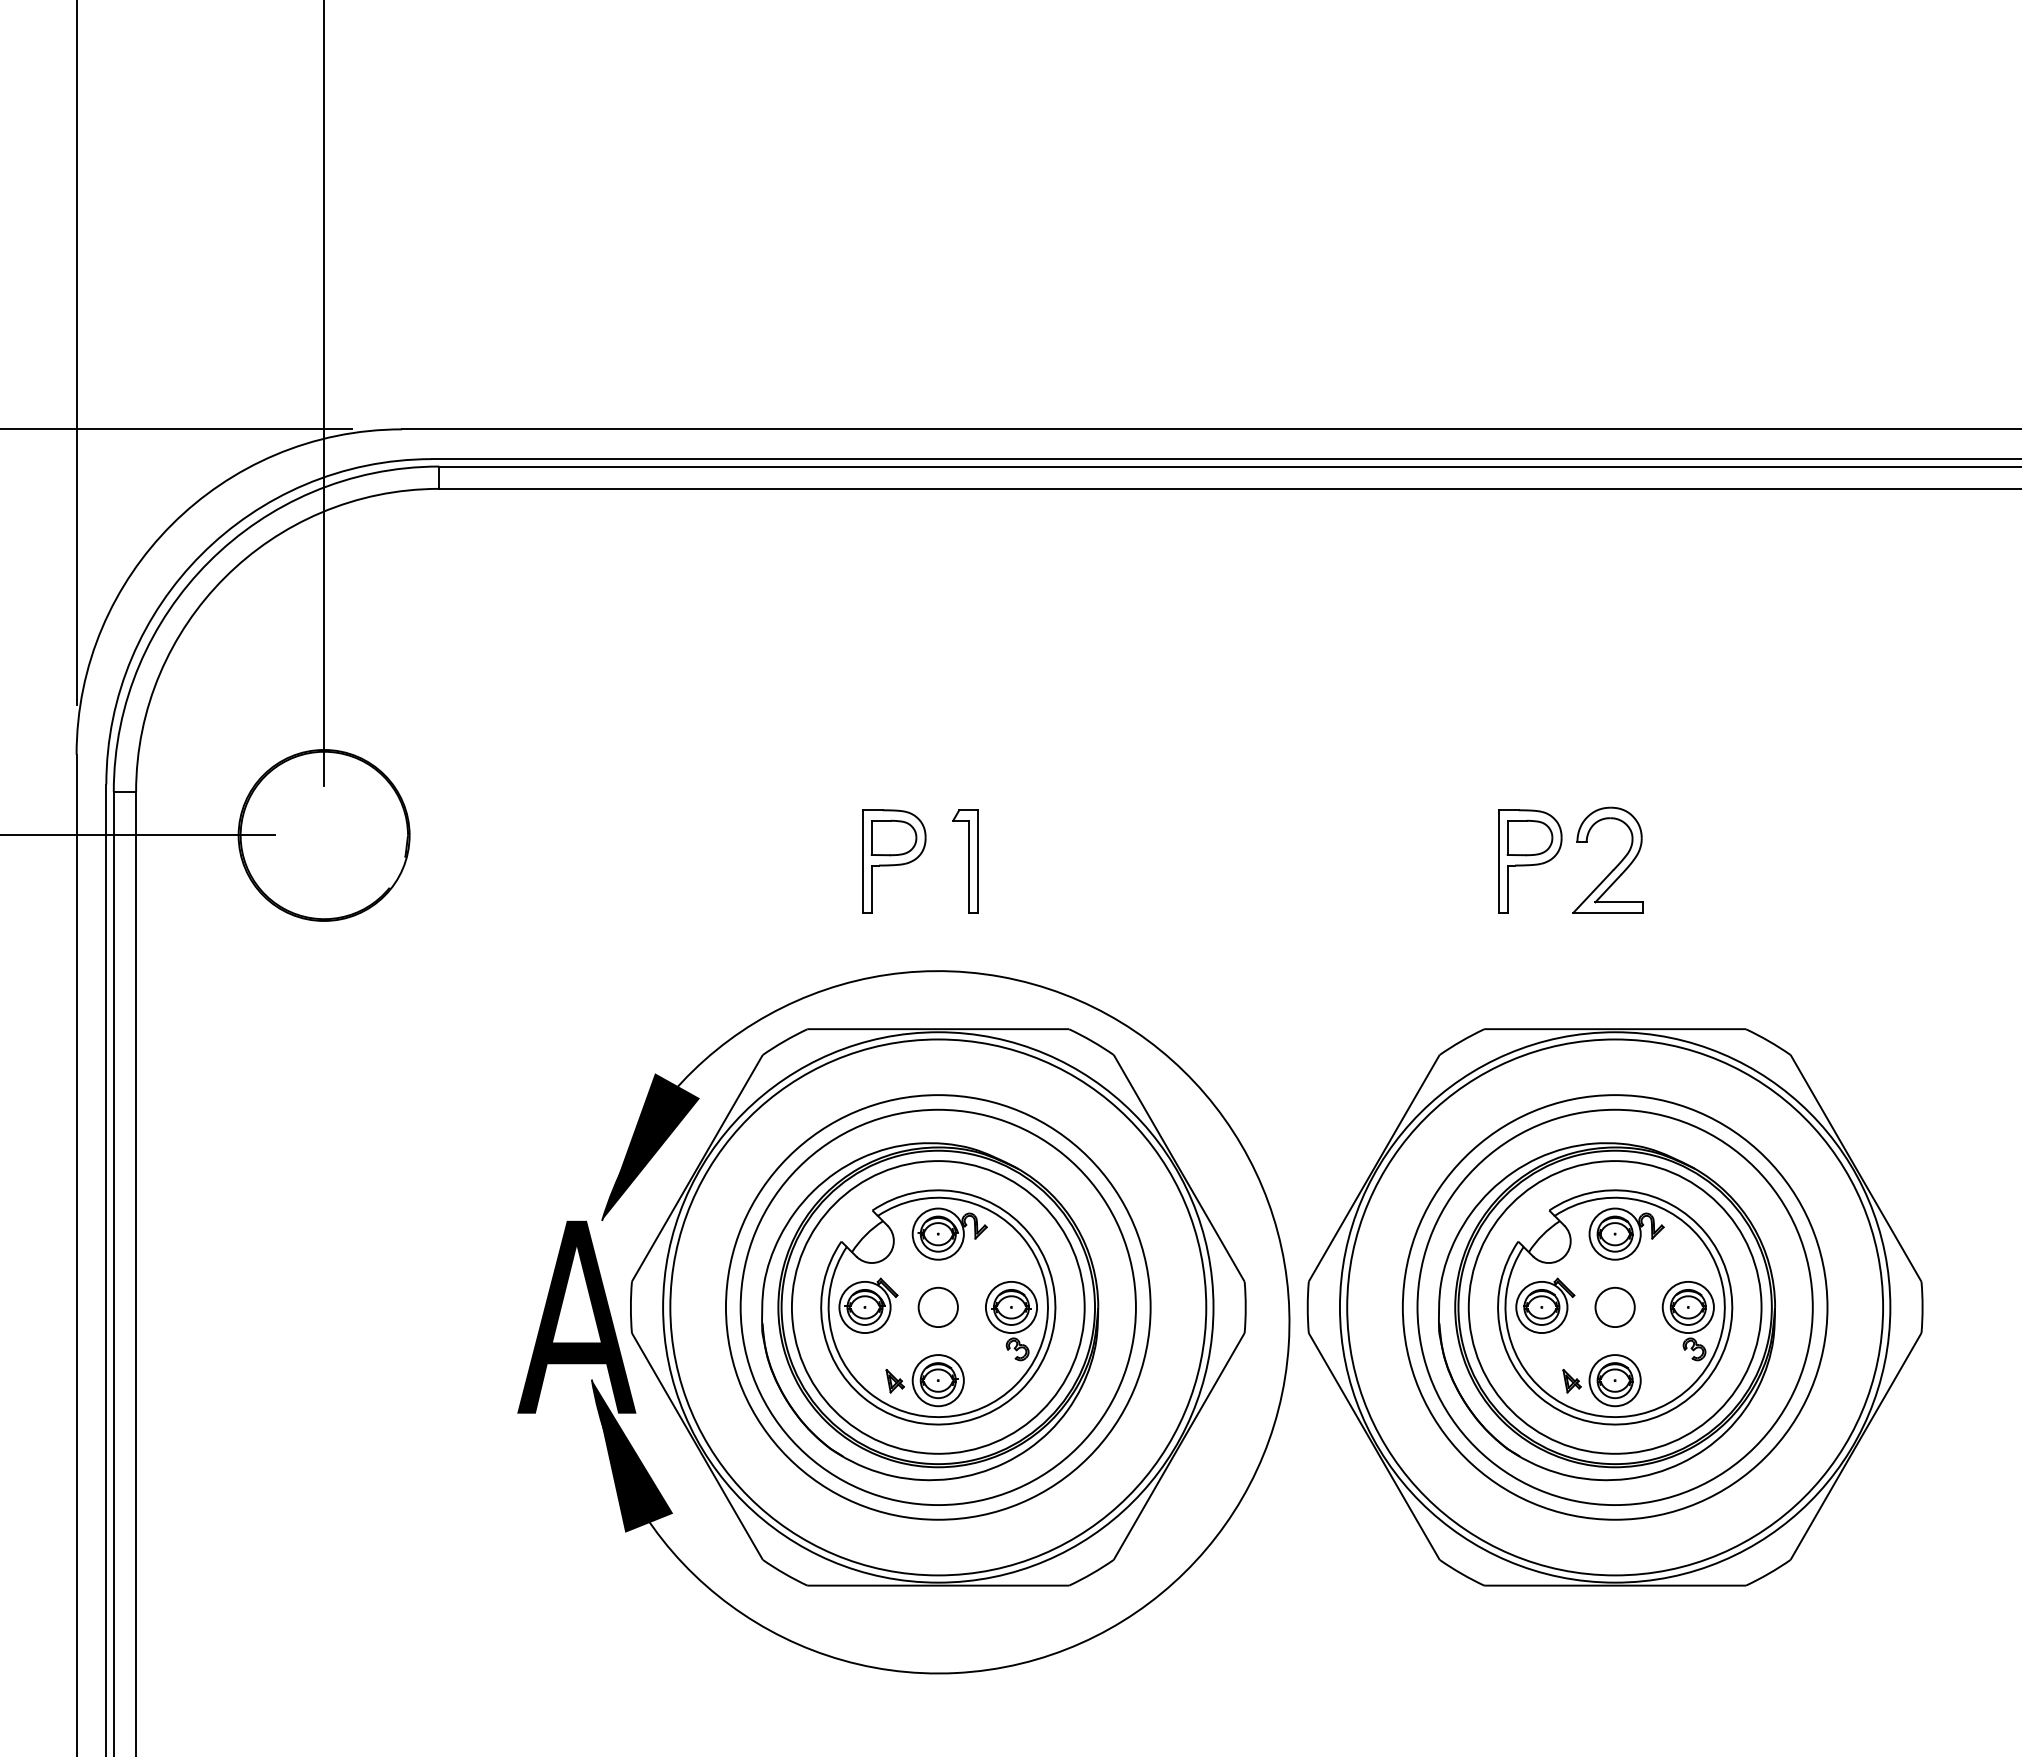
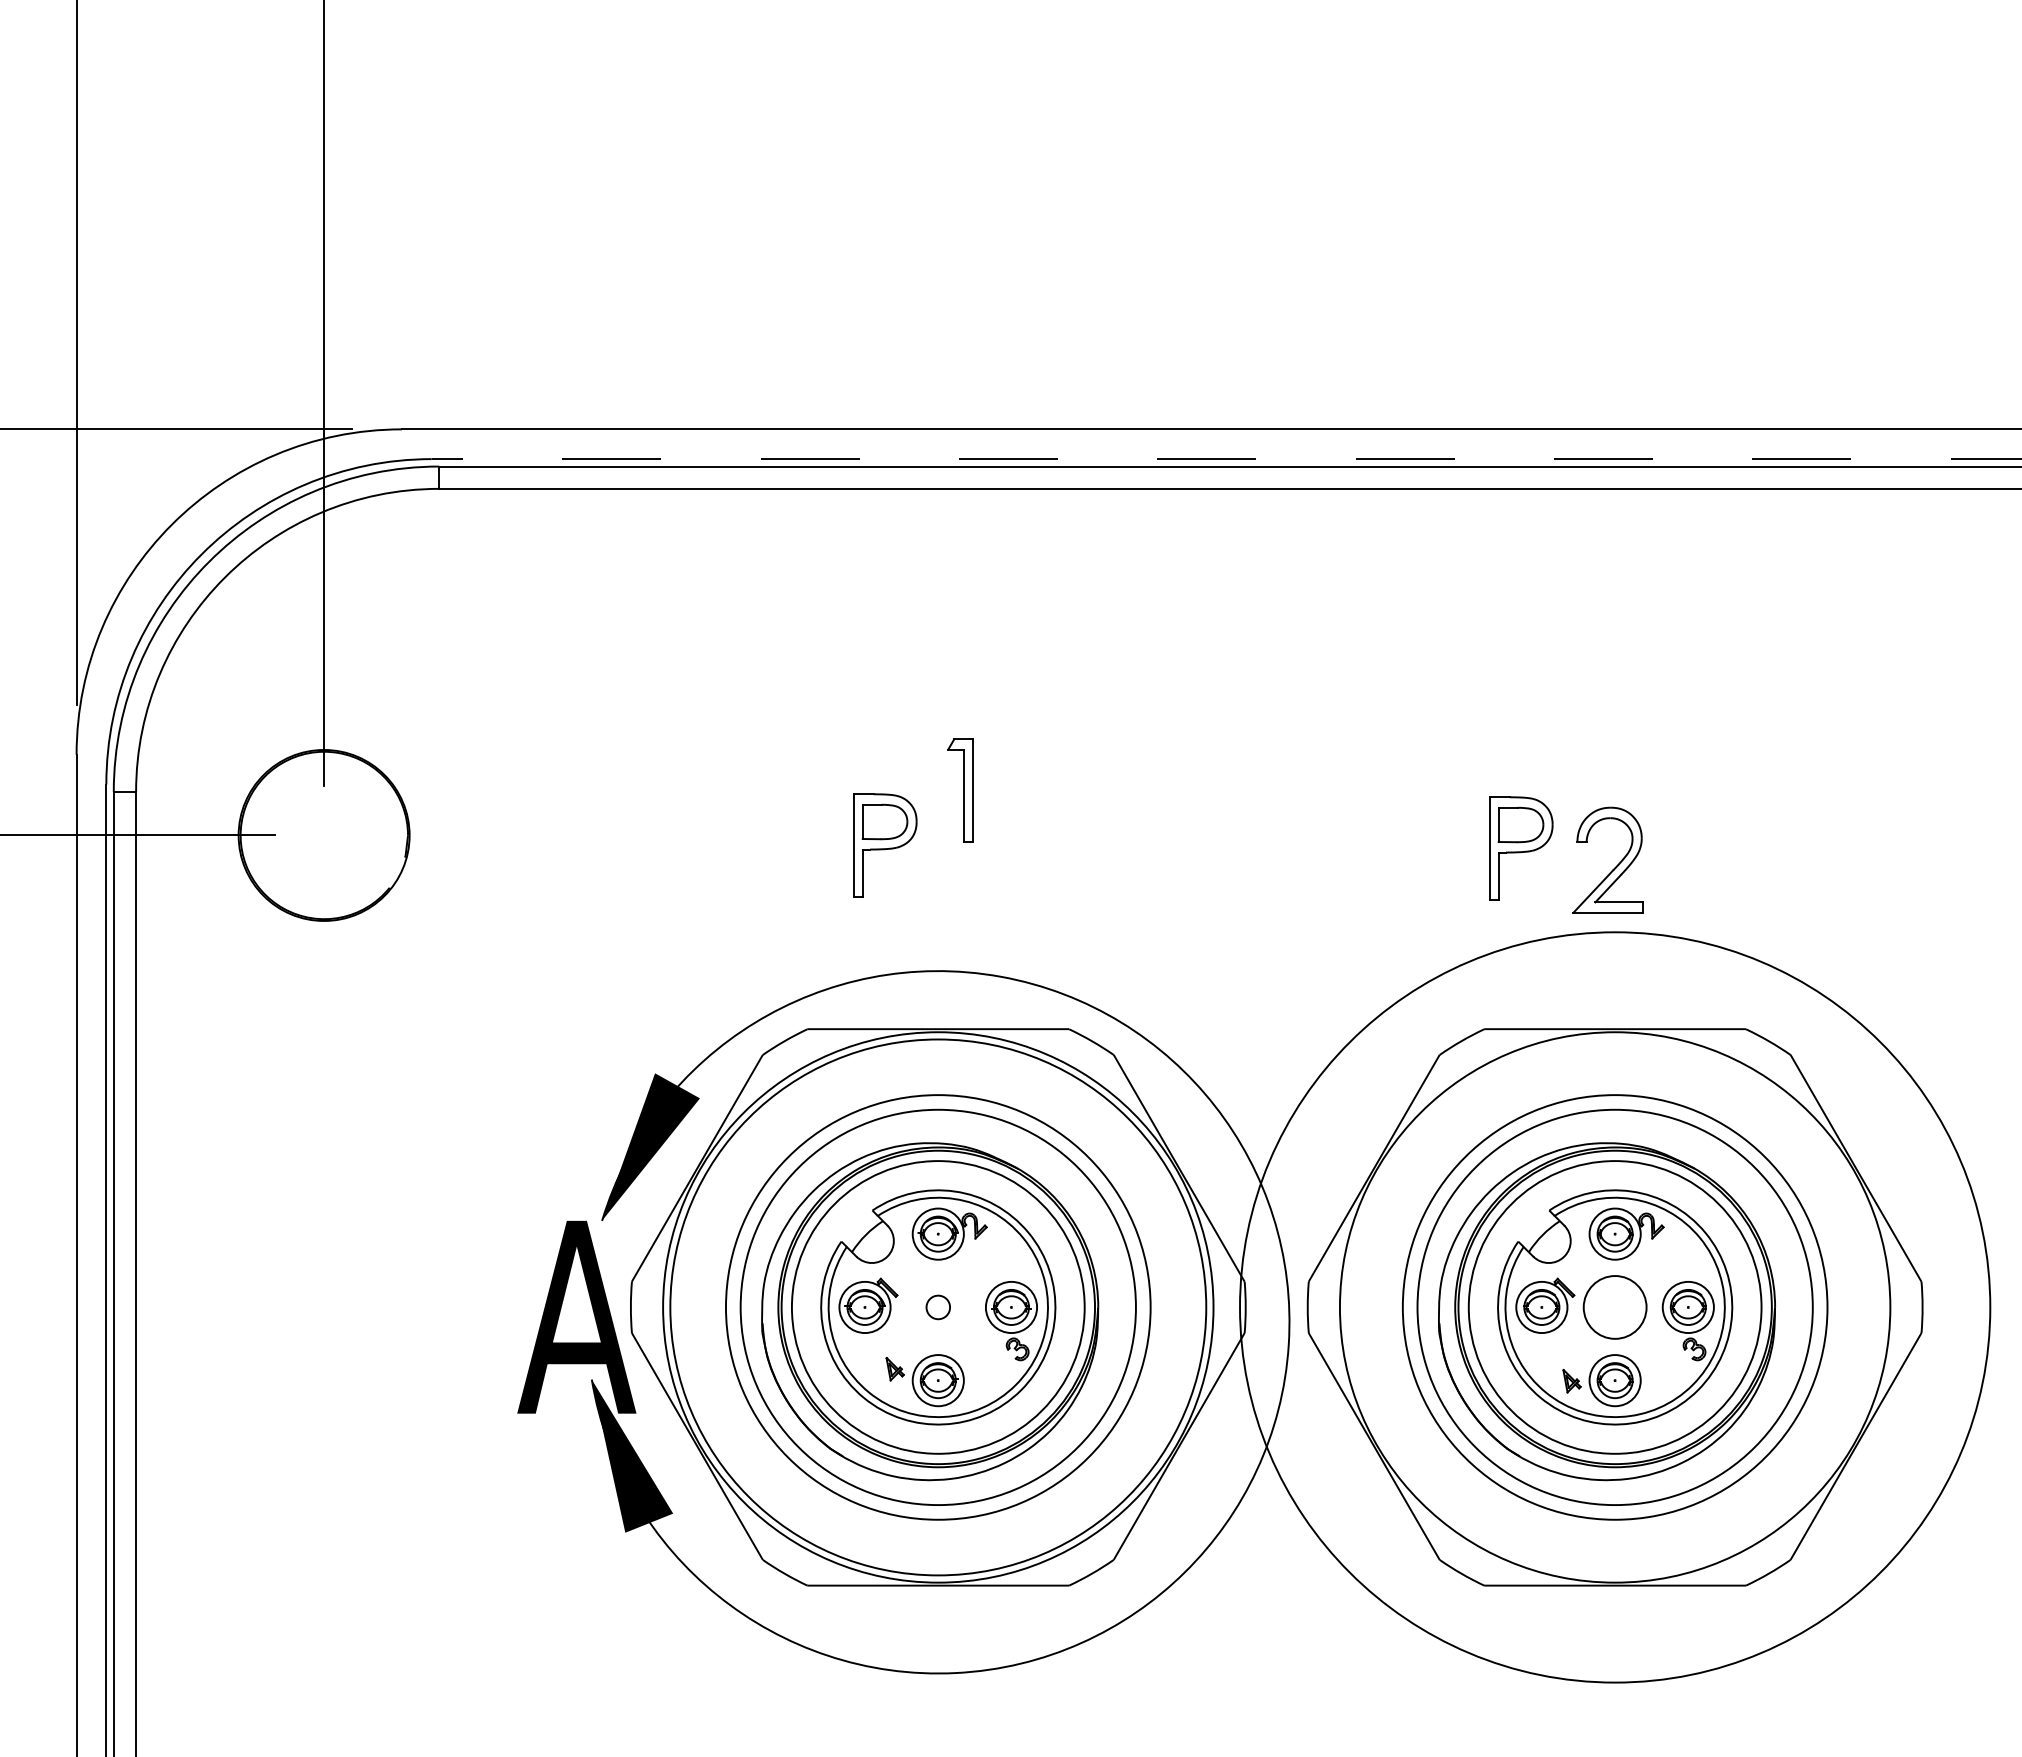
line at (1226, 459): solid -> dashed
part at (894, 861) position: (894, 861) -> (885, 845)
part at (965, 861) position: (965, 861) -> (960, 790)
part at (1530, 861) position: (1530, 861) -> (1521, 848)
circle at (937, 1307) diameter: 39 px -> 24 px
circle at (1614, 1307) diameter: 39 px -> 63 px
circle at (1615, 1307) diameter: 536 px -> 750 px
part at (894, 1381) position: (894, 1381) -> (894, 1369)
